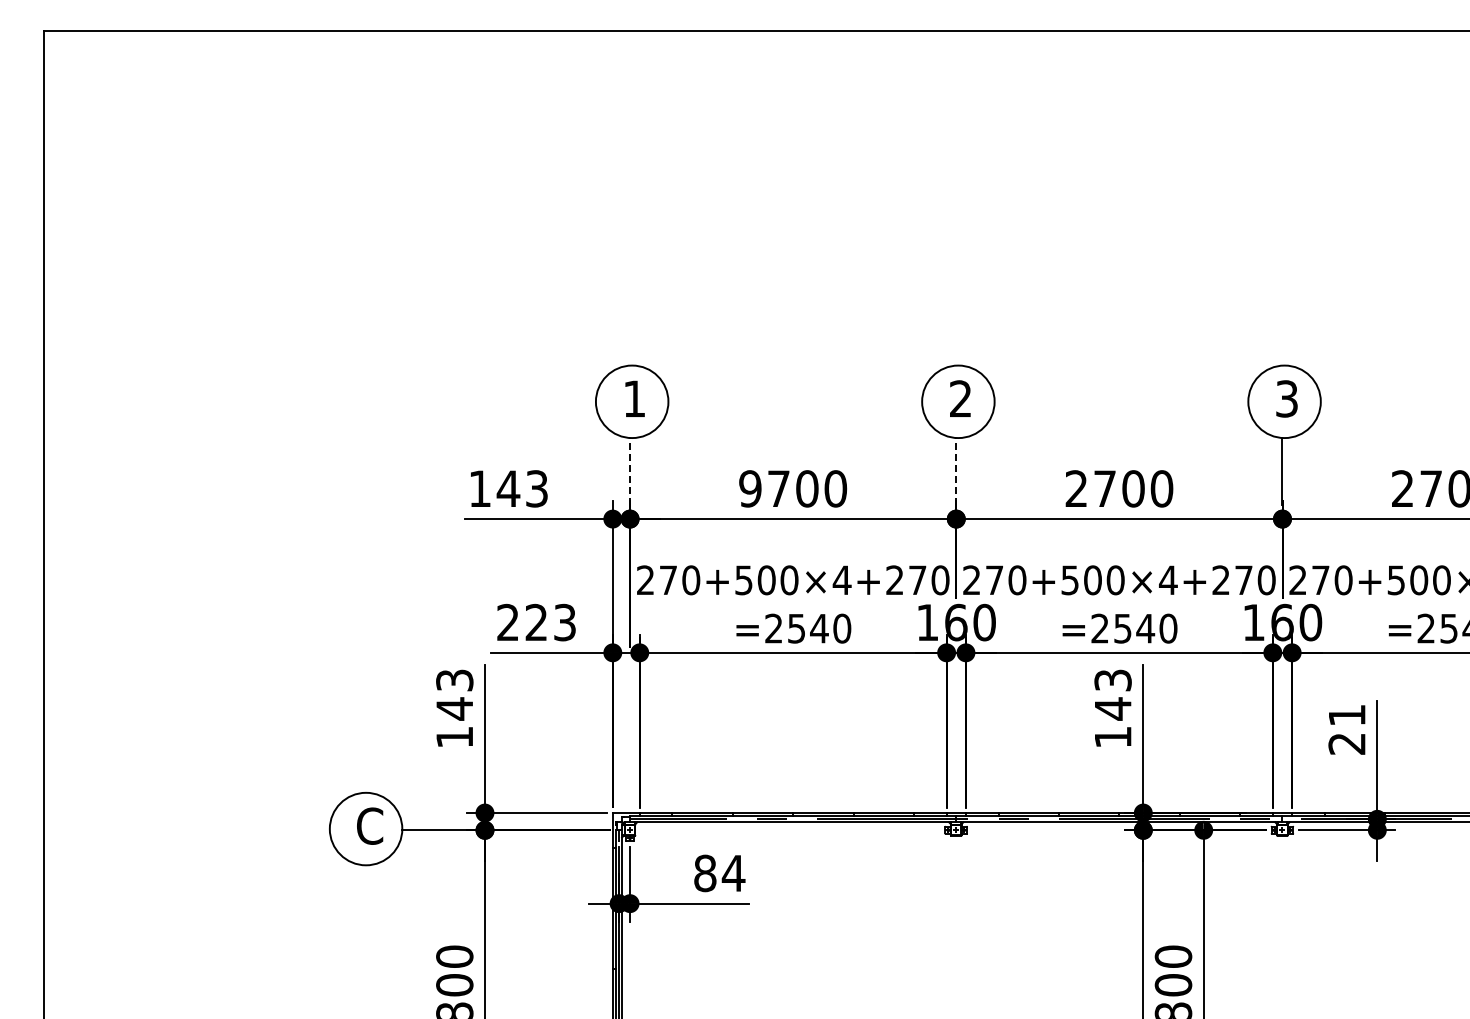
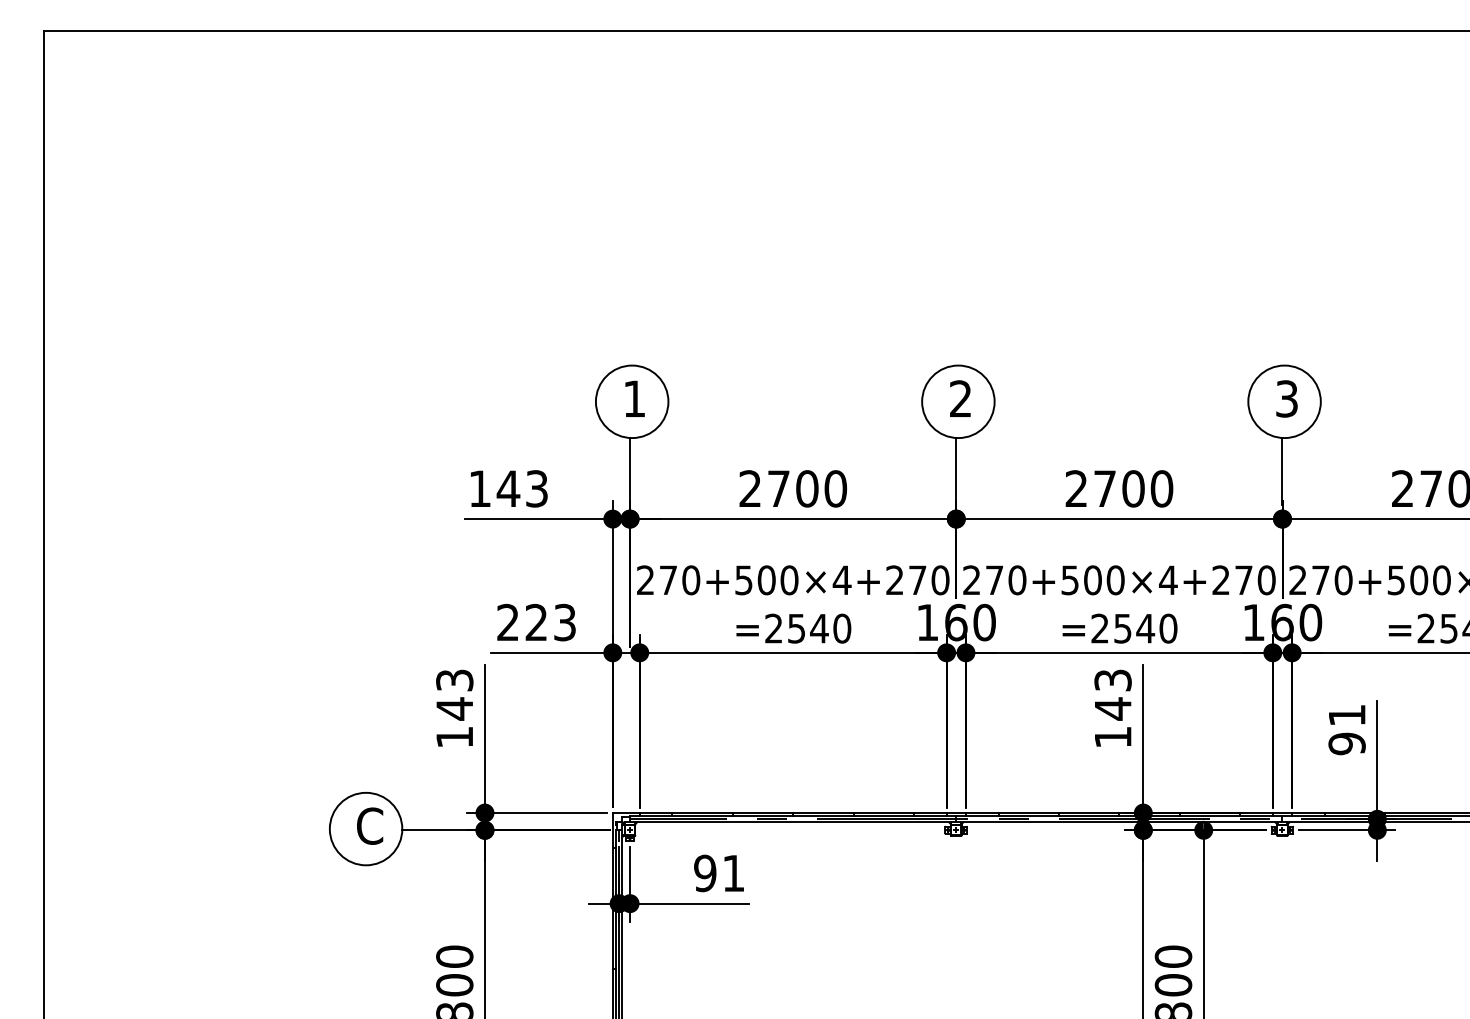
line at (630, 470): dashed -> solid
line at (956, 470): dashed -> solid
text at (750, 488): 9700 -> 2700
text at (1346, 743): 21 -> 91
text at (719, 873): 84 -> 91
